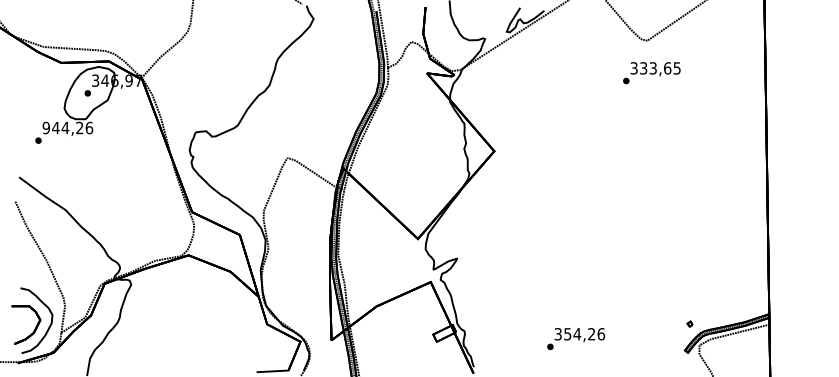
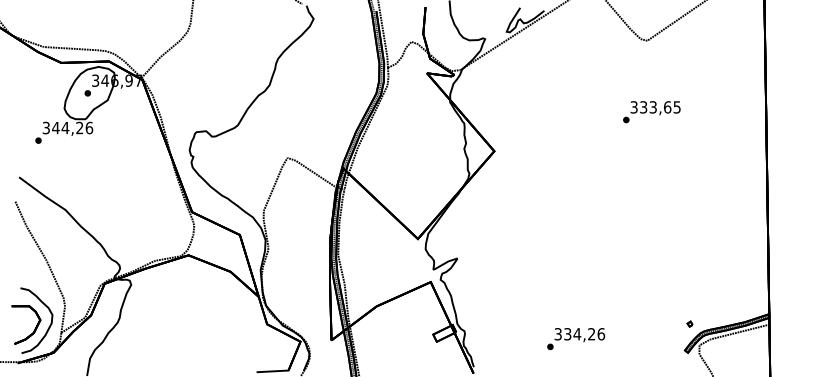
text at (651, 73) position: (651, 73) -> (651, 112)
text at (45, 127): 944,26 -> 344,26
text at (567, 333): 354,26 -> 334,26
